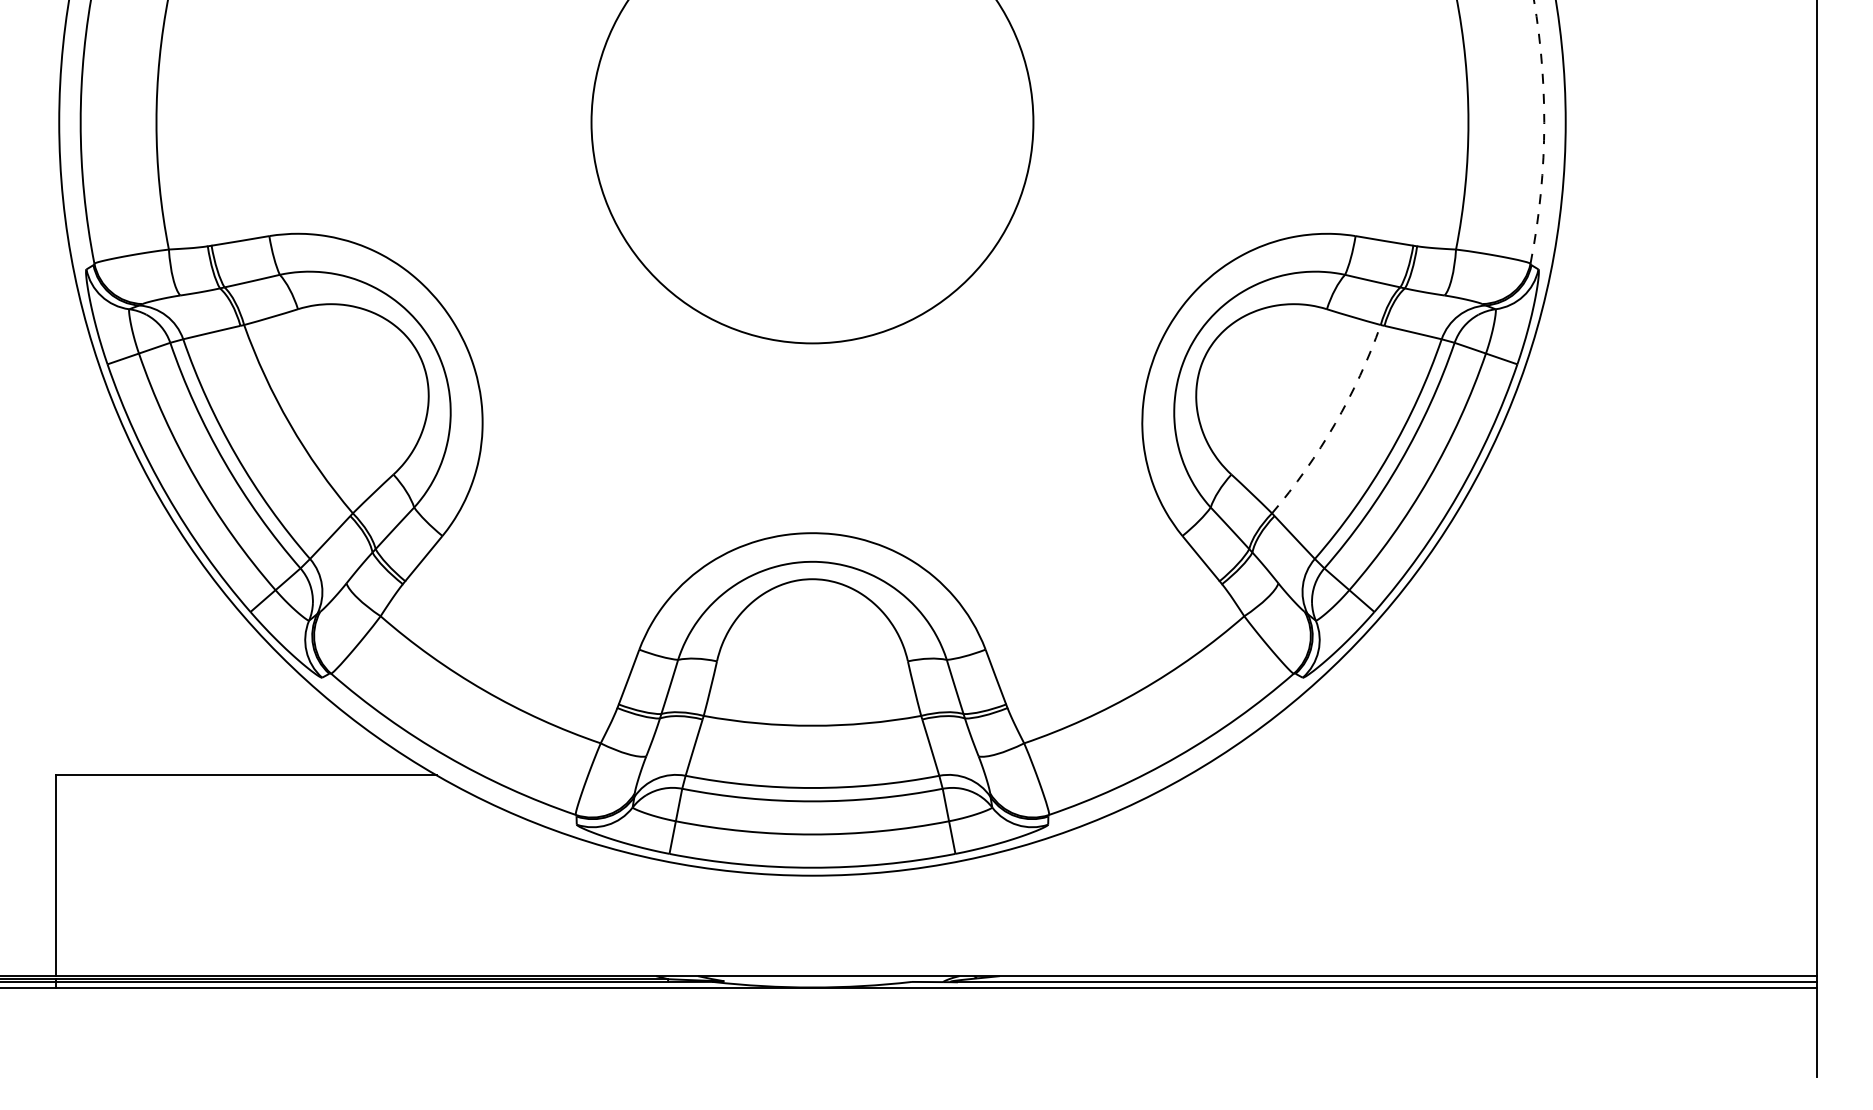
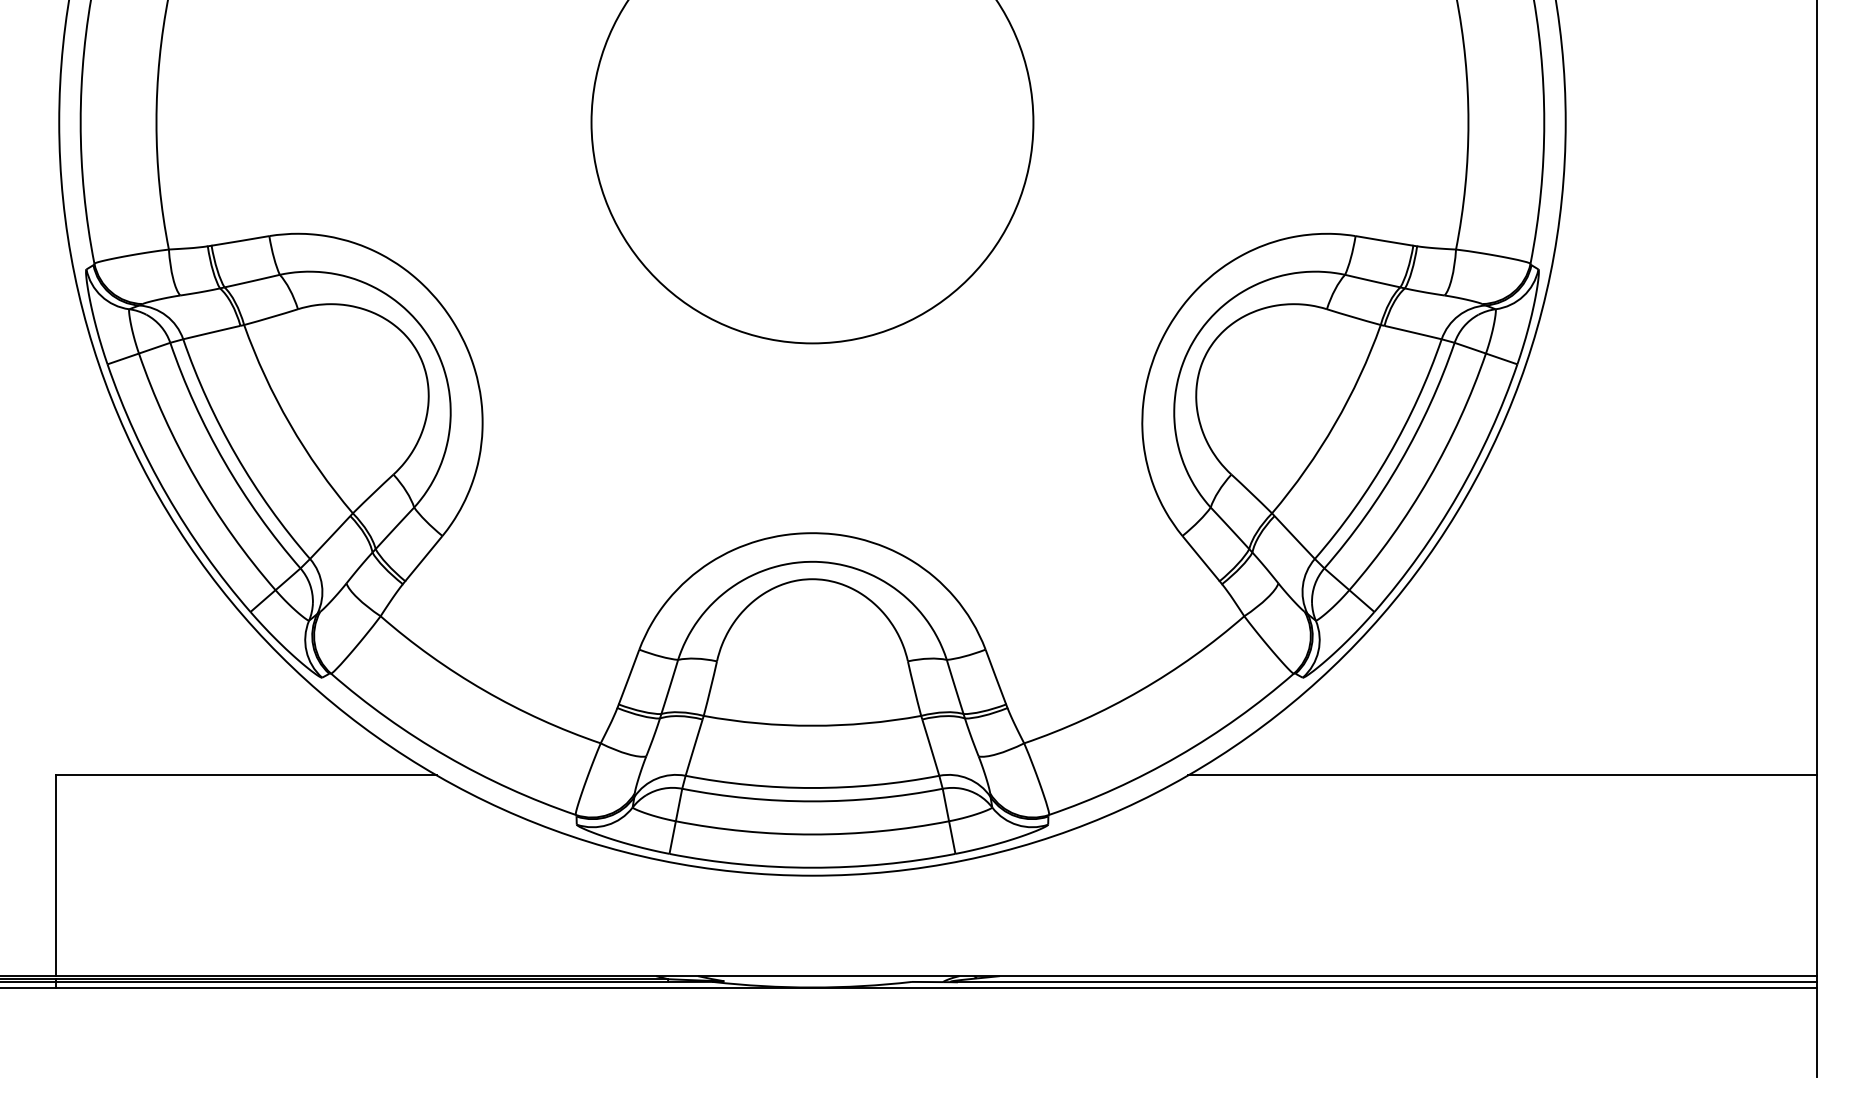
arc at (1544, 132): dashed -> solid
arc at (1334, 424): dashed -> solid
line at (1502, 775): none -> present
